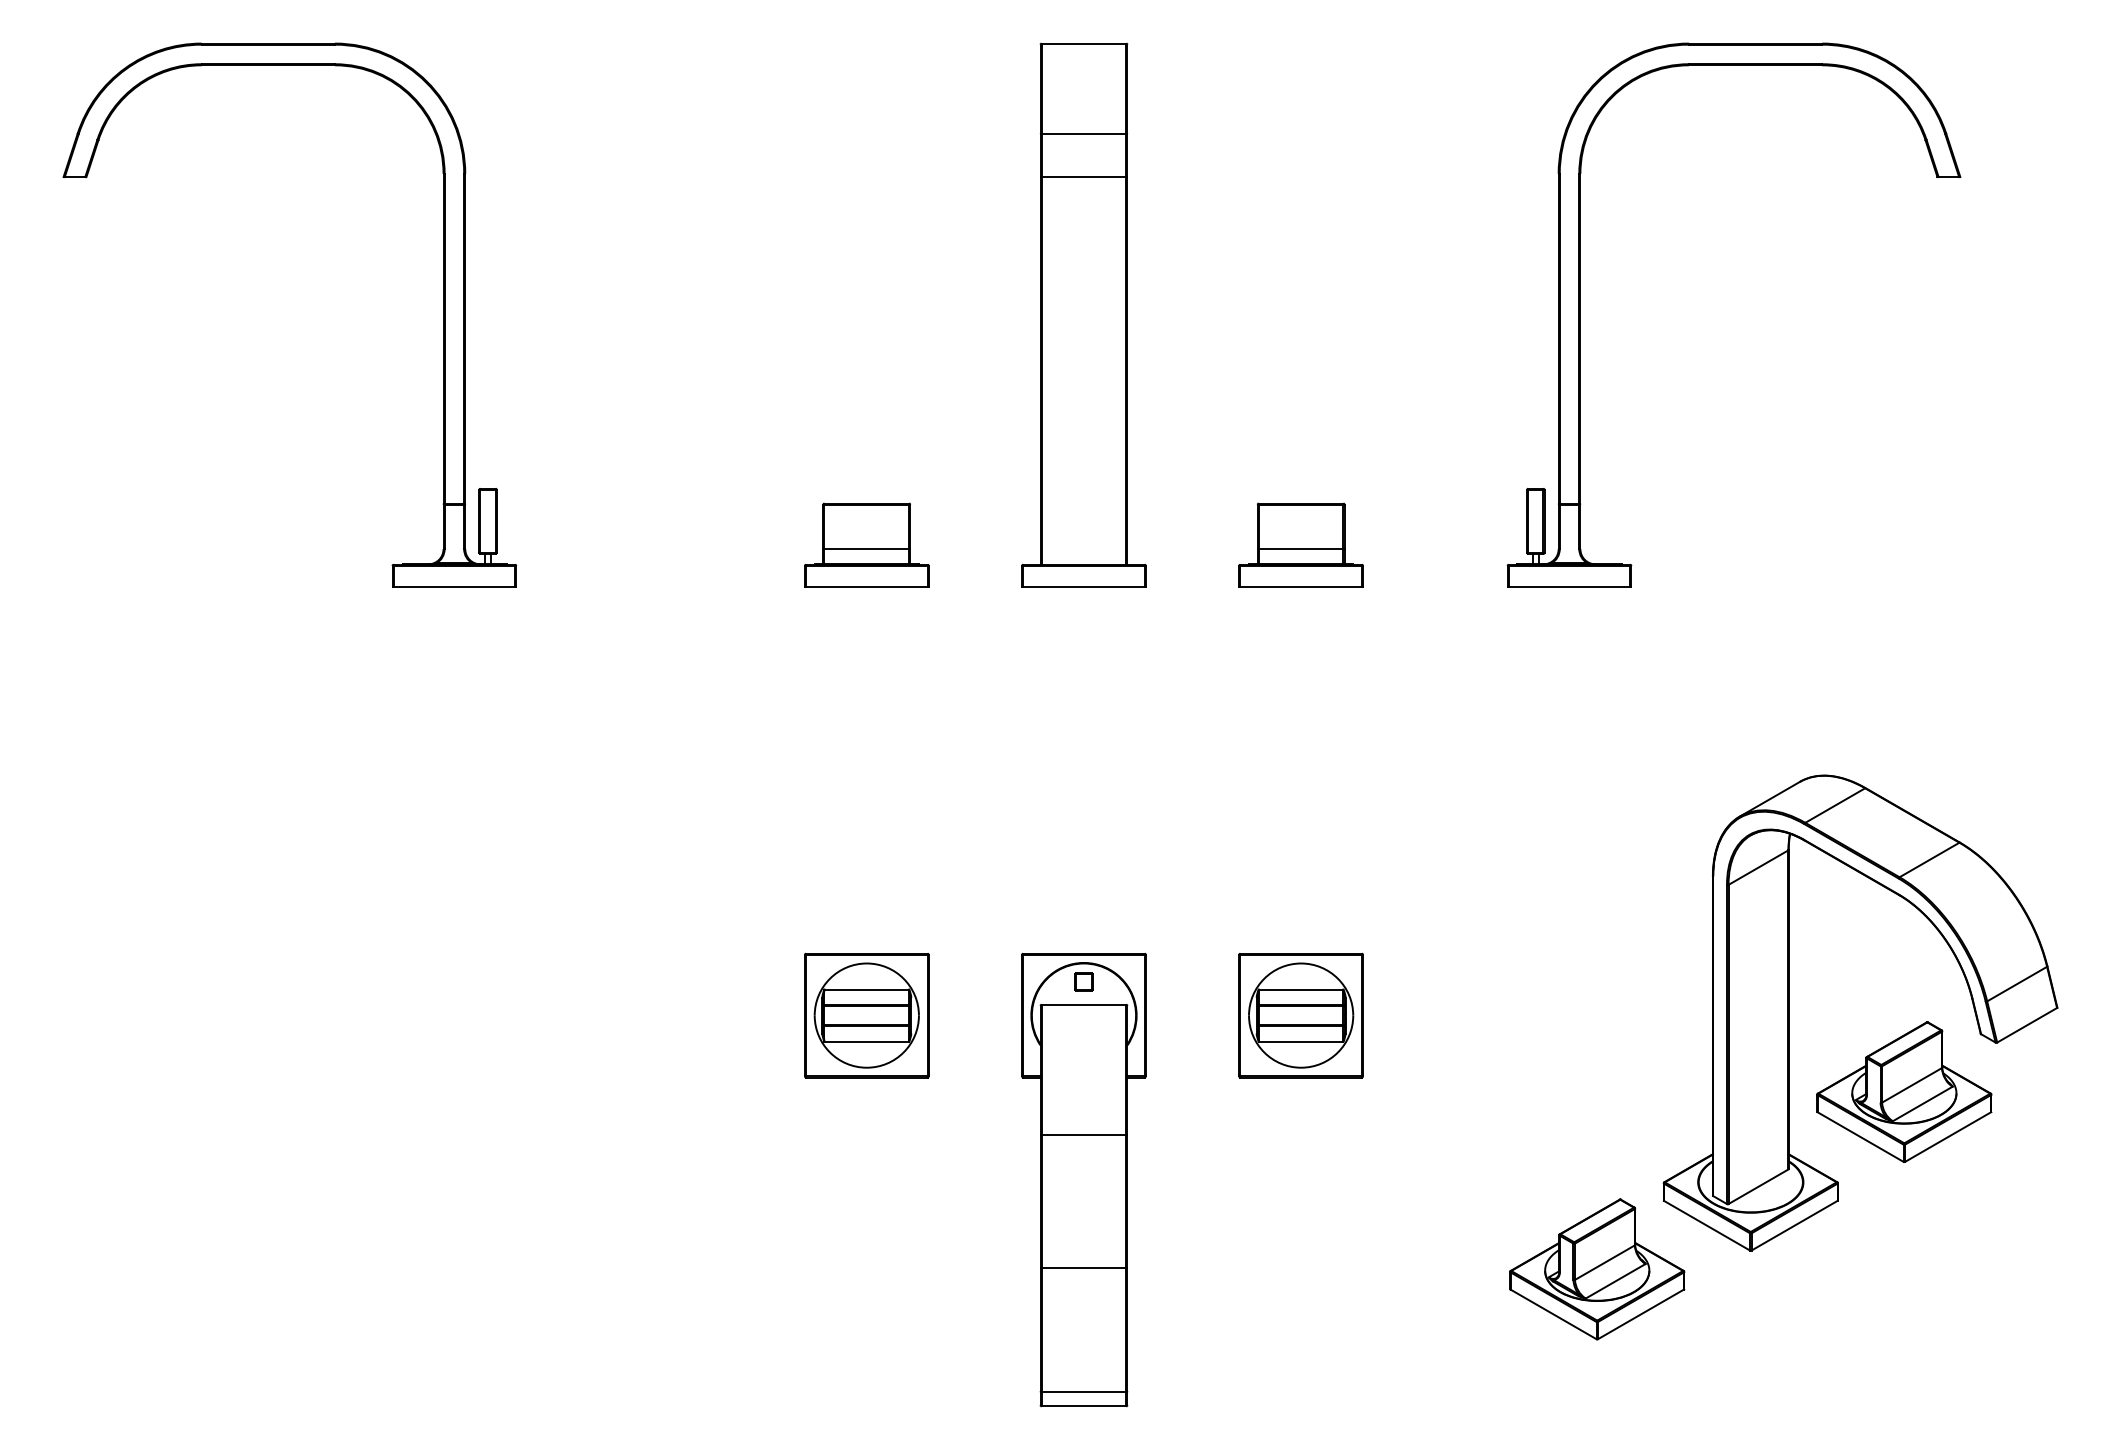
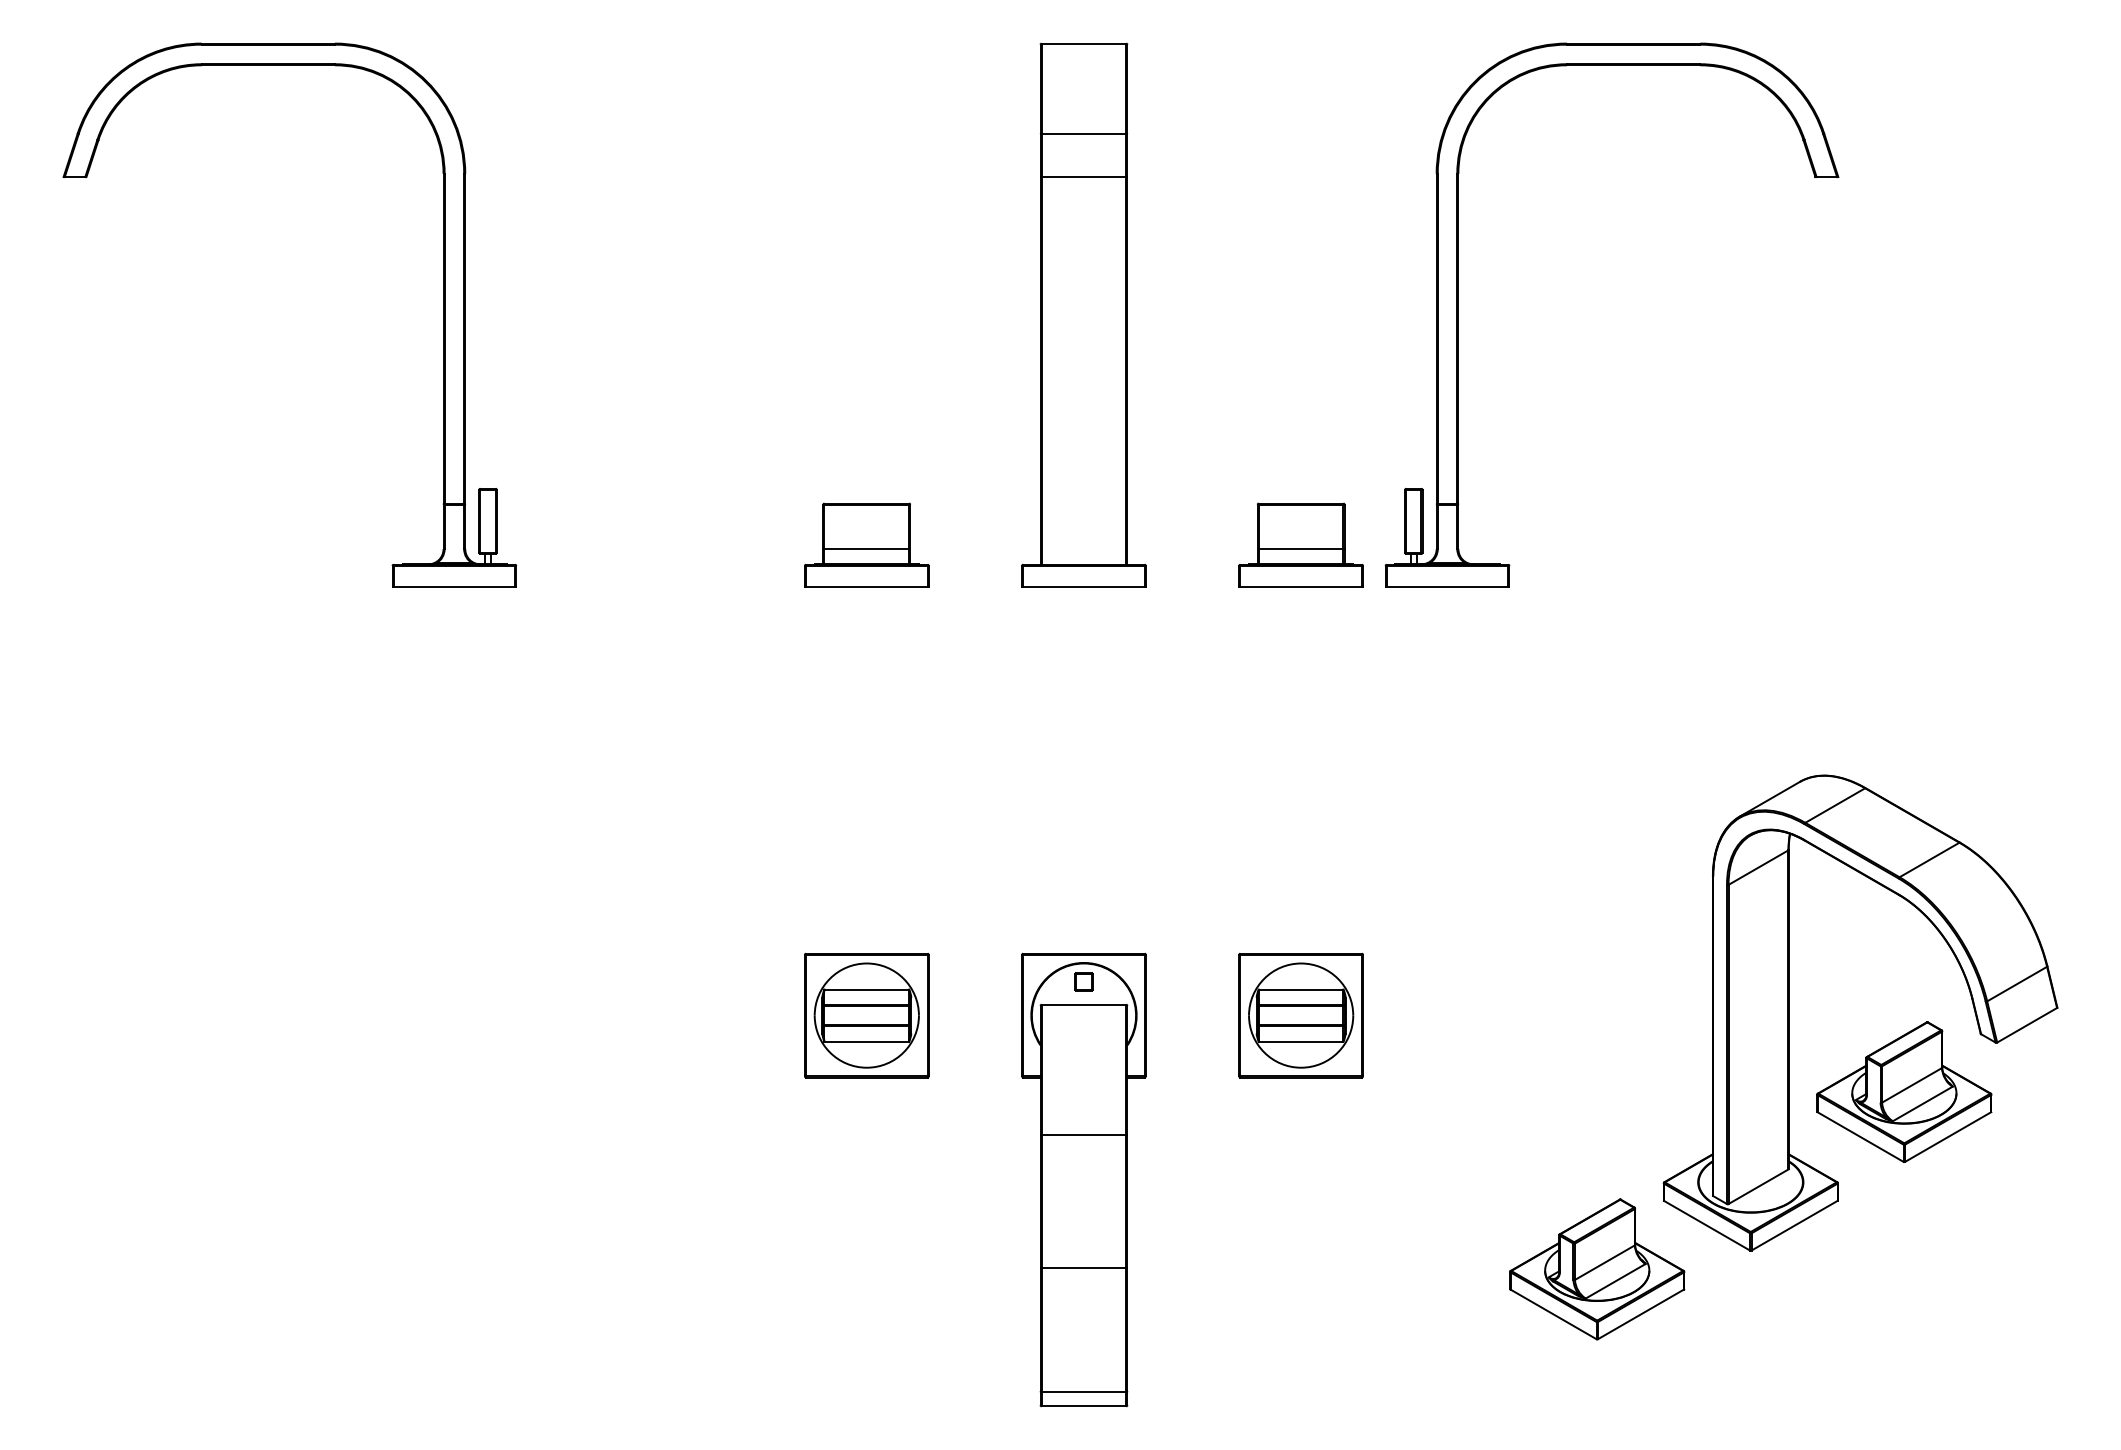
part at (1580, 314) position: (1580, 314) -> (1458, 314)
